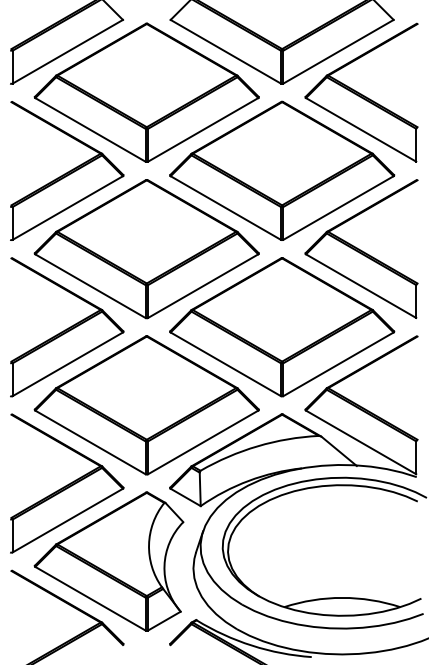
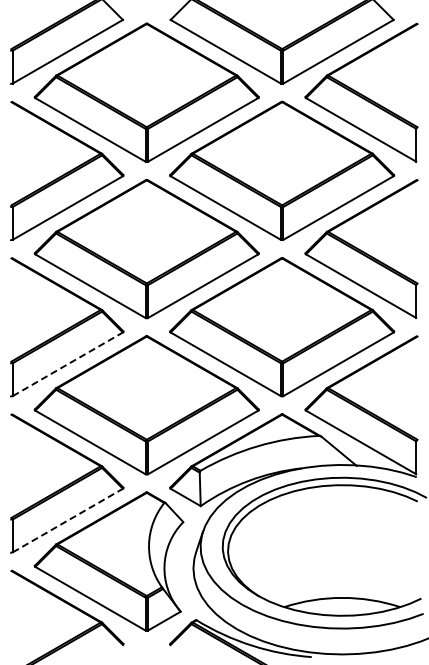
line at (67, 364): solid -> dashed
line at (67, 520): solid -> dashed
